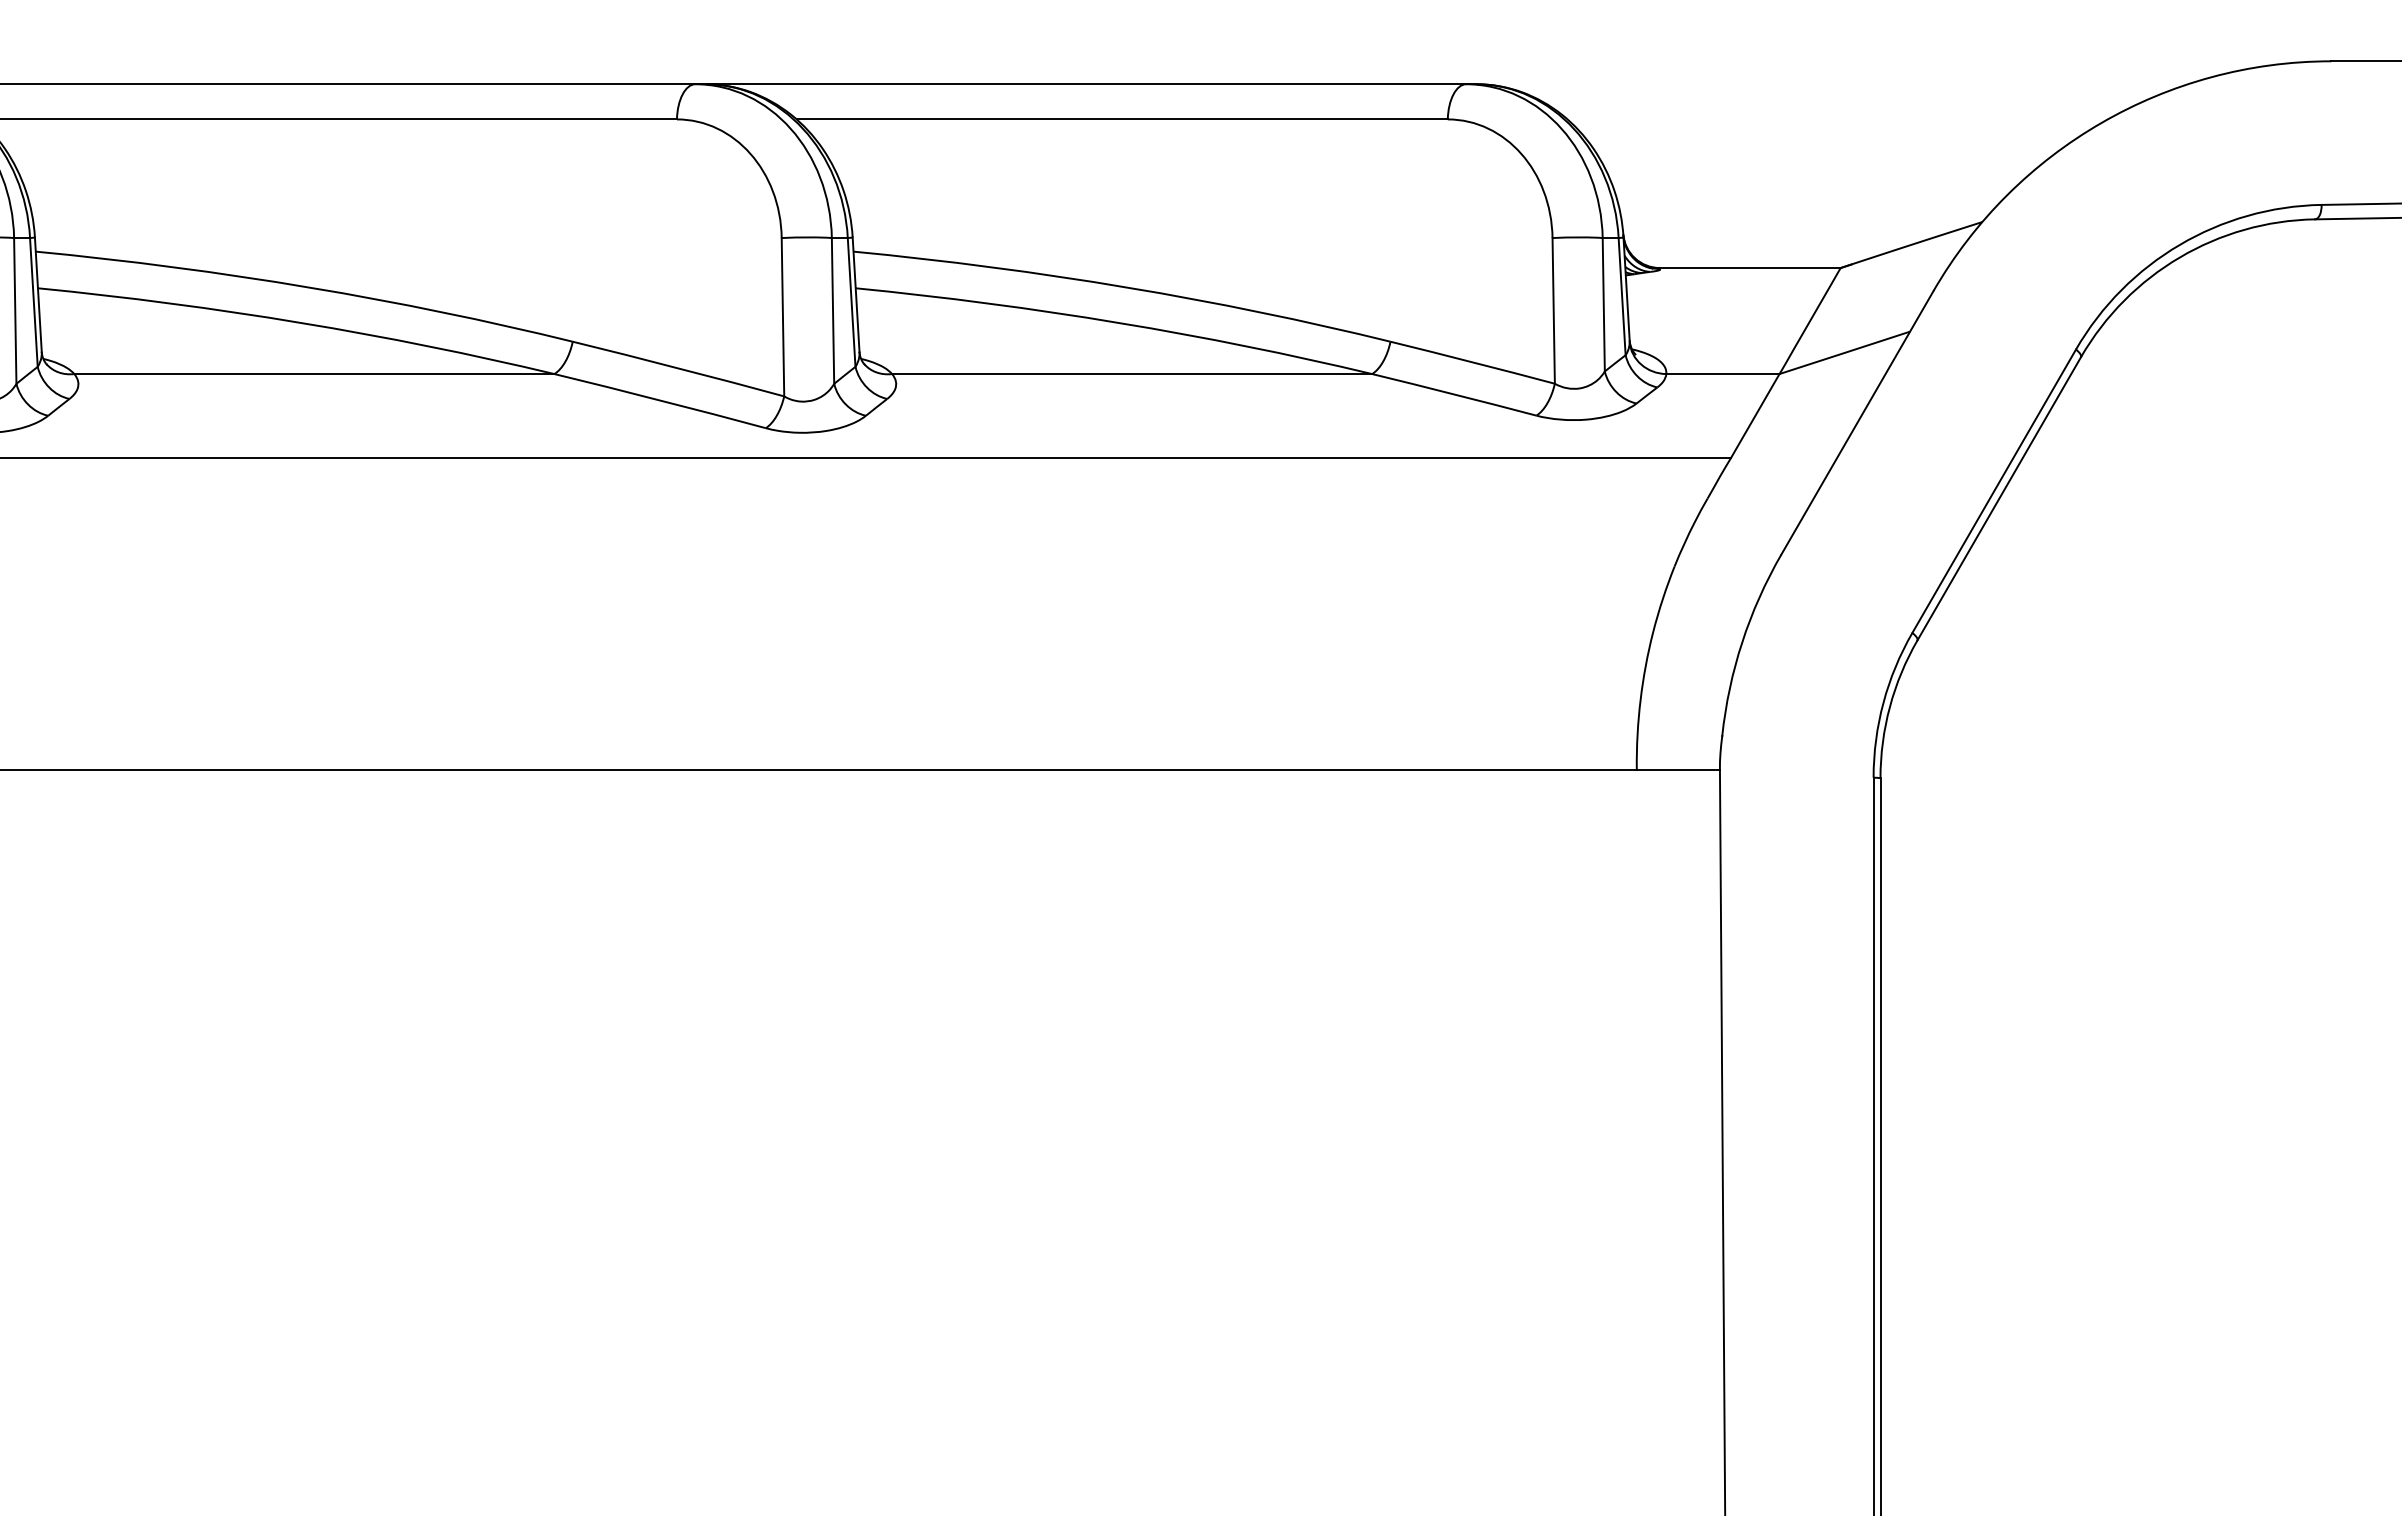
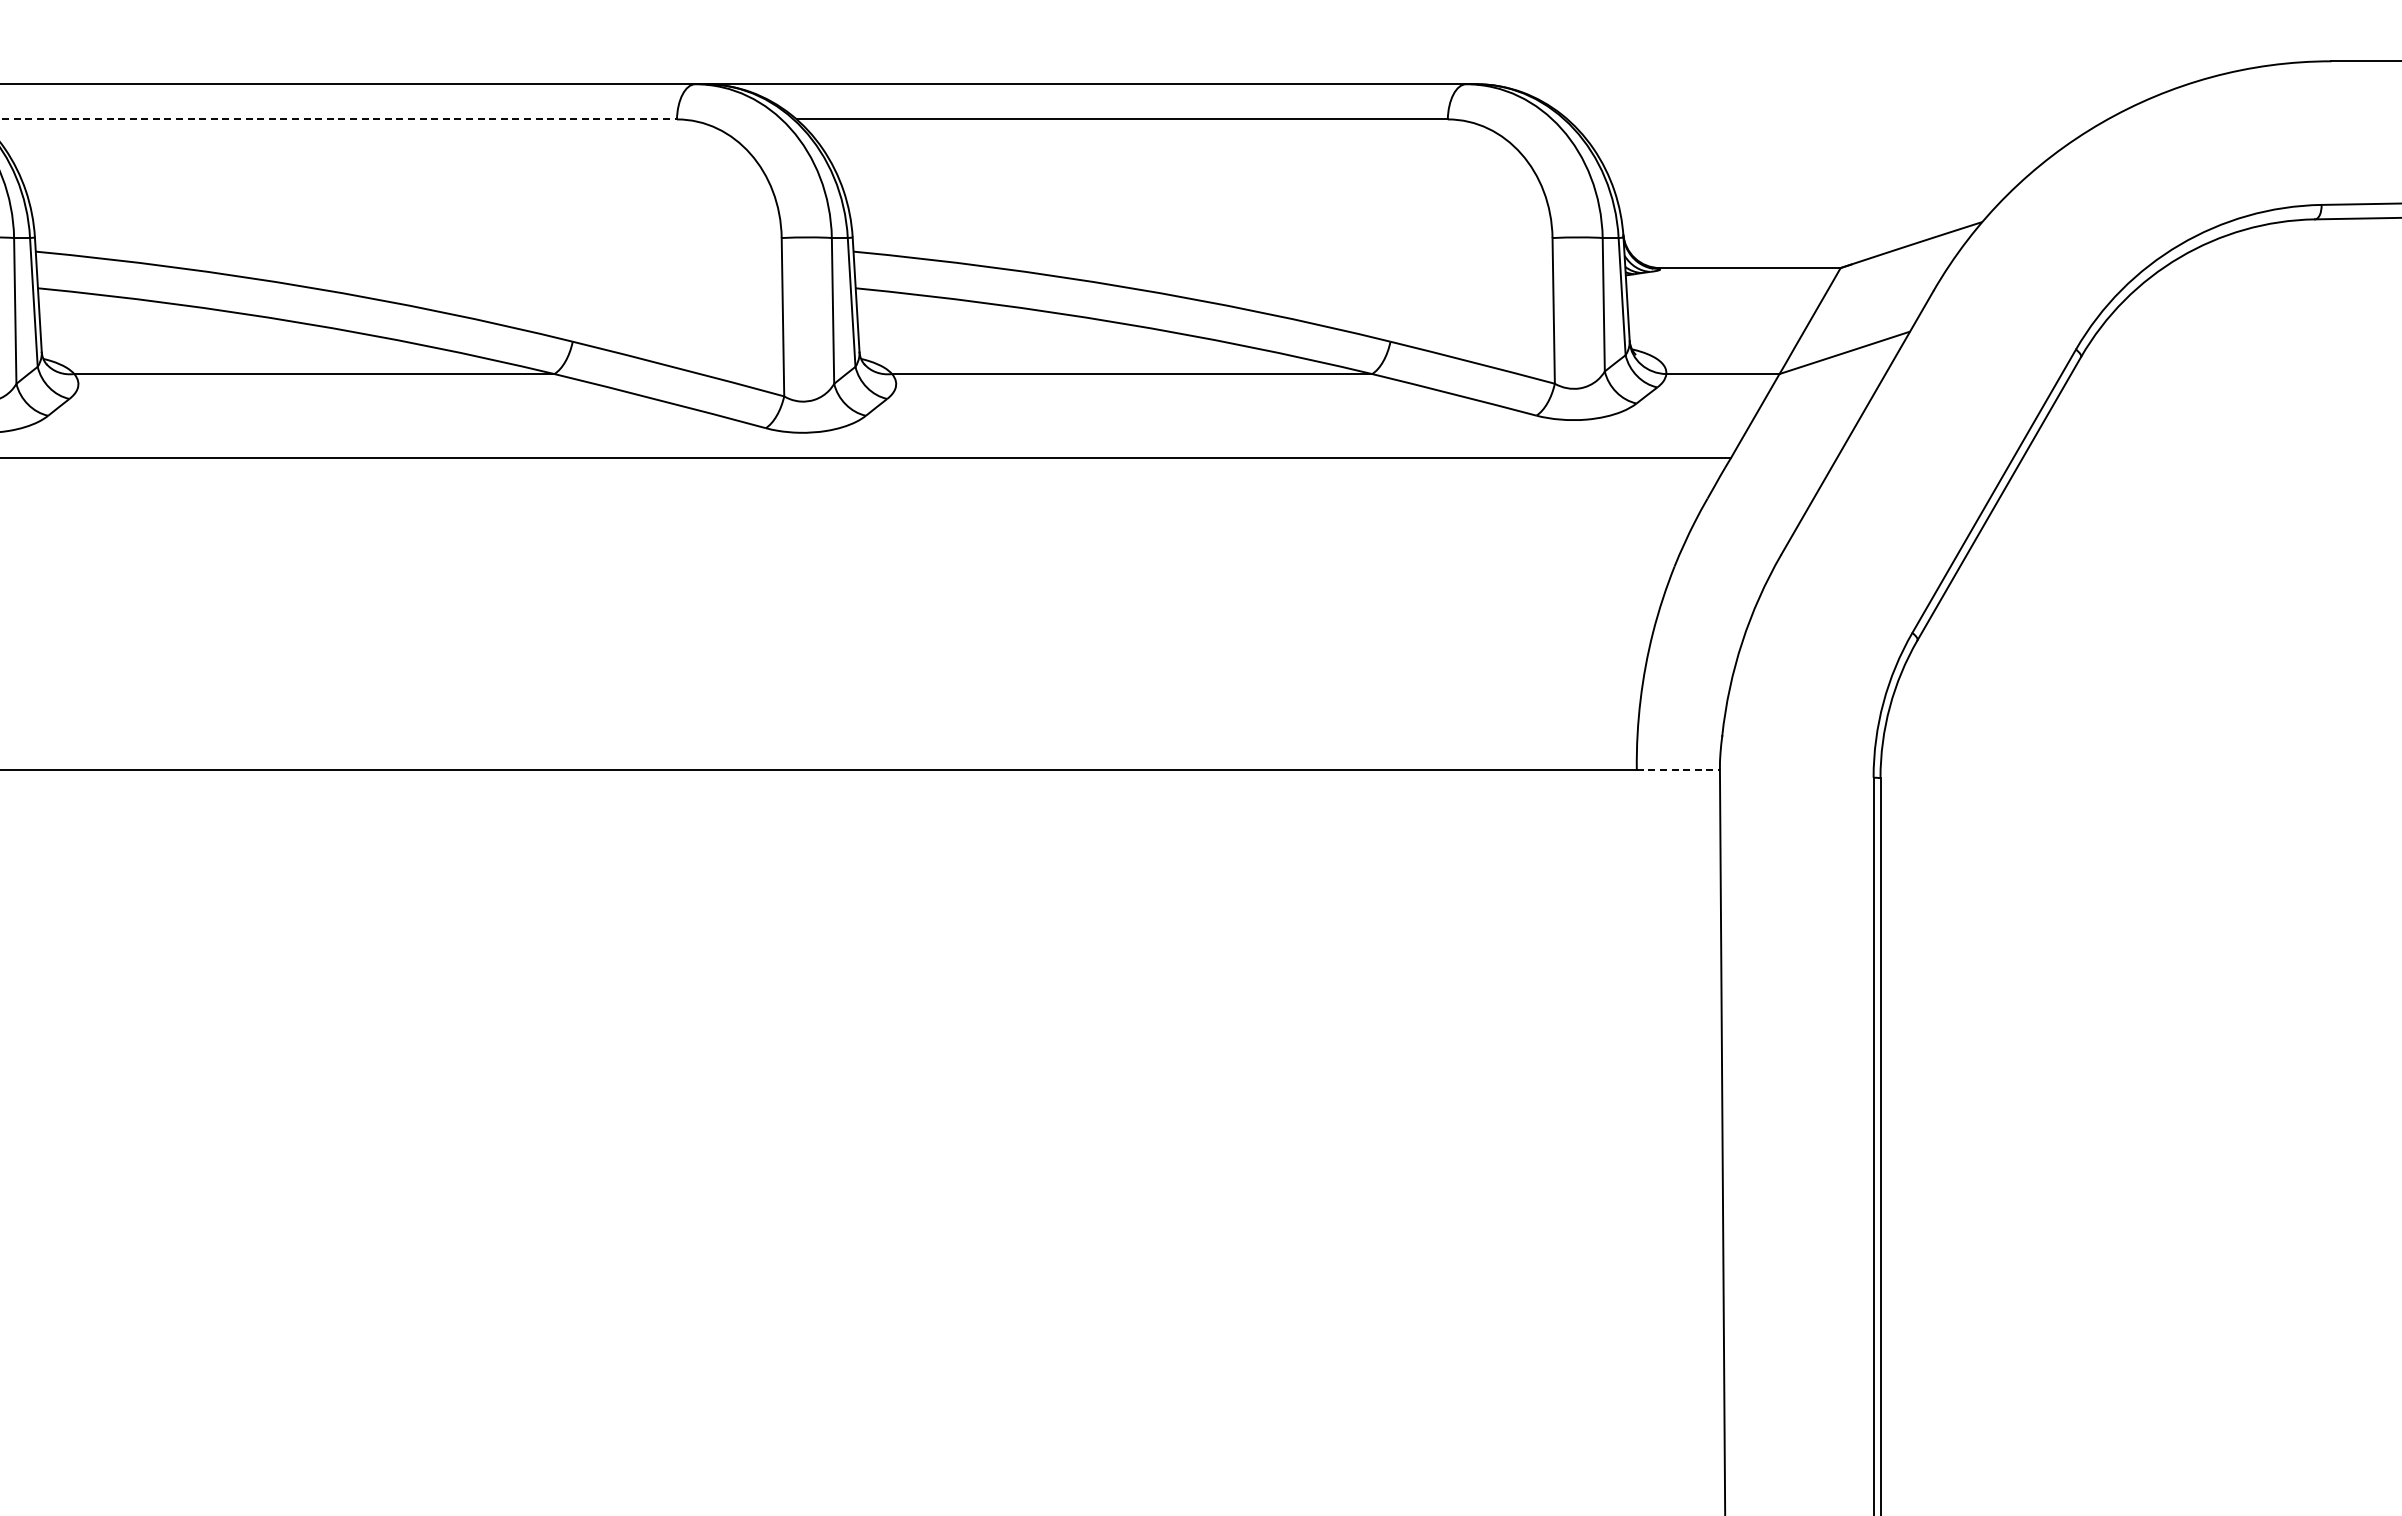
line at (338, 119): solid -> dashed
line at (1678, 769): solid -> dashed
